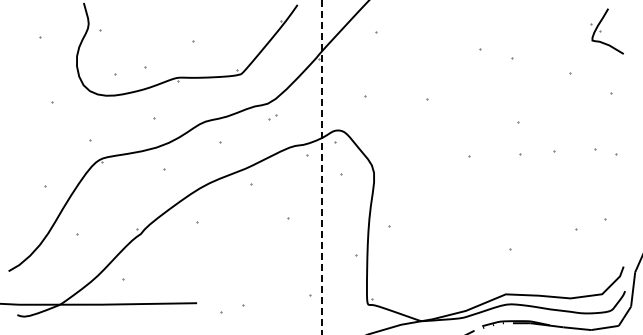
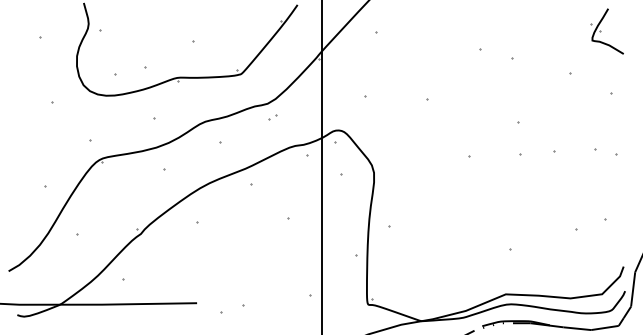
line at (322, 167): dashed -> solid
